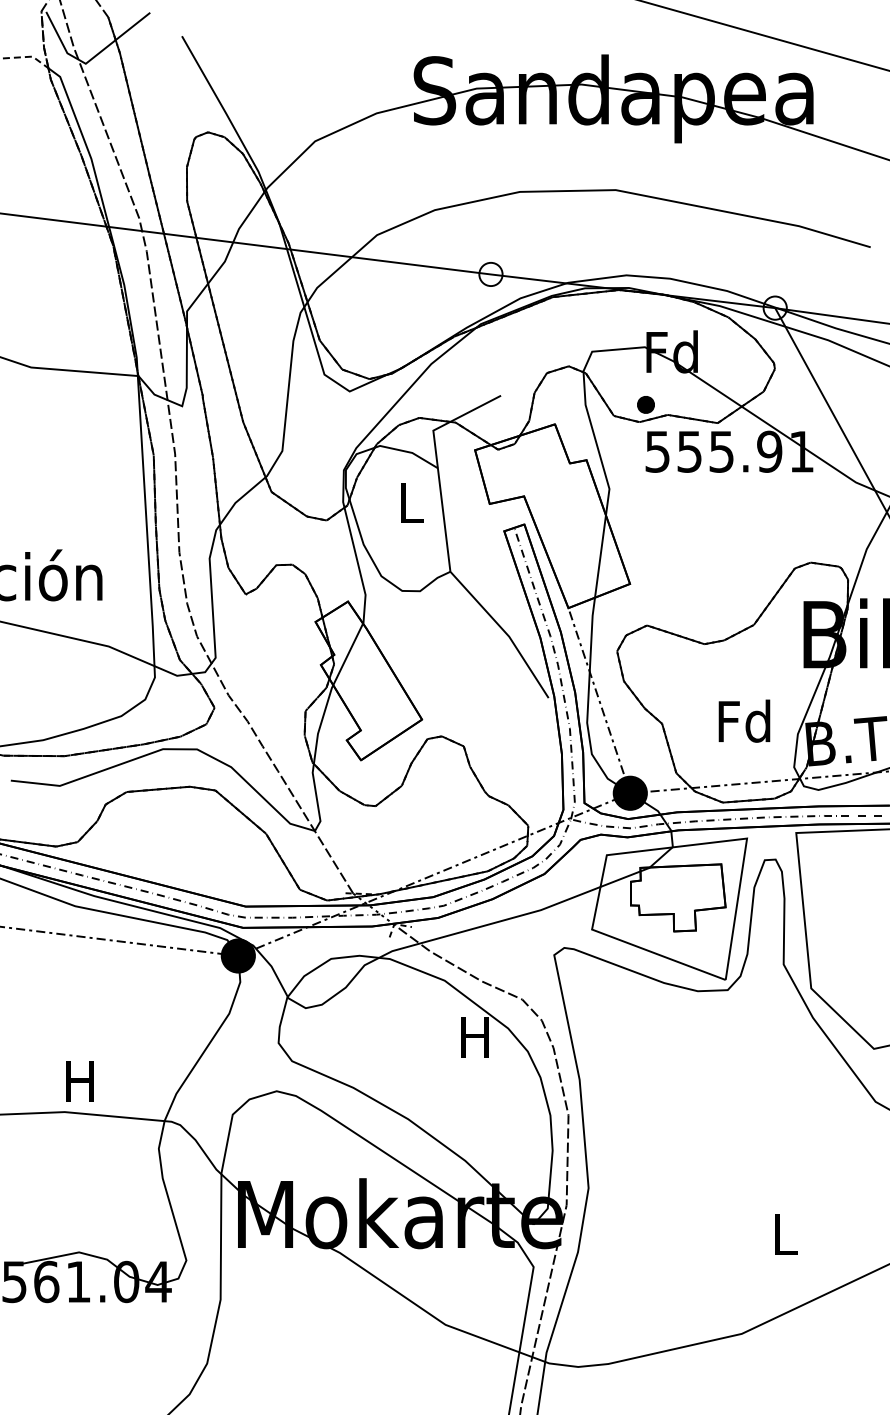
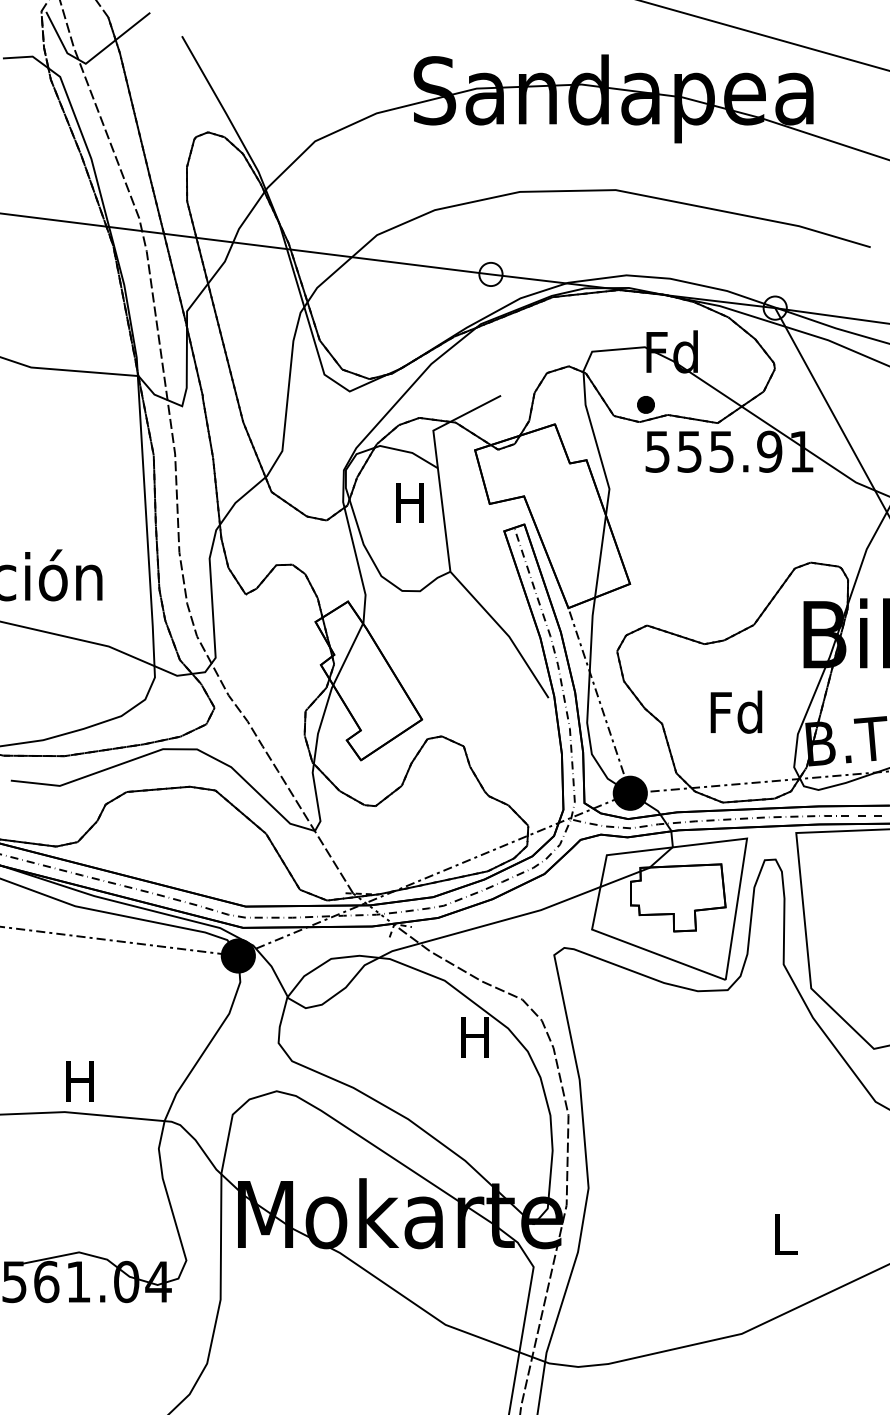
line at (28, 56): dashed -> solid
text at (409, 502): L -> H
text at (744, 720) position: (744, 720) -> (736, 711)
